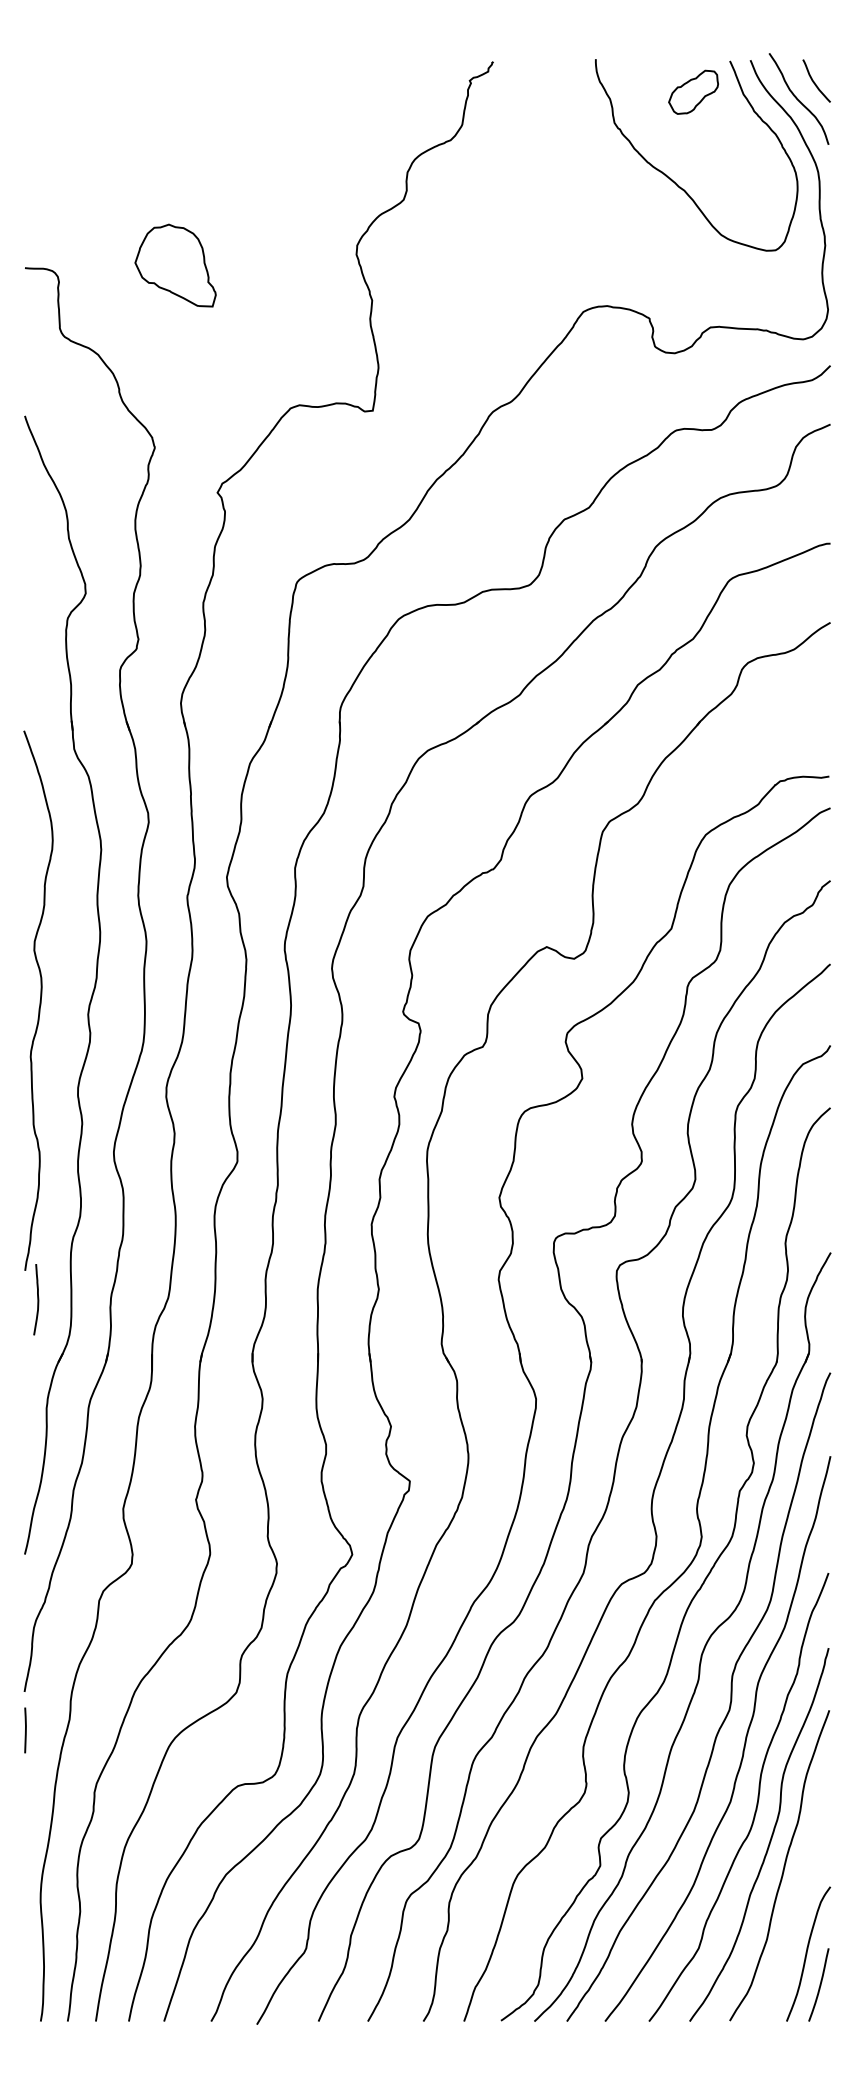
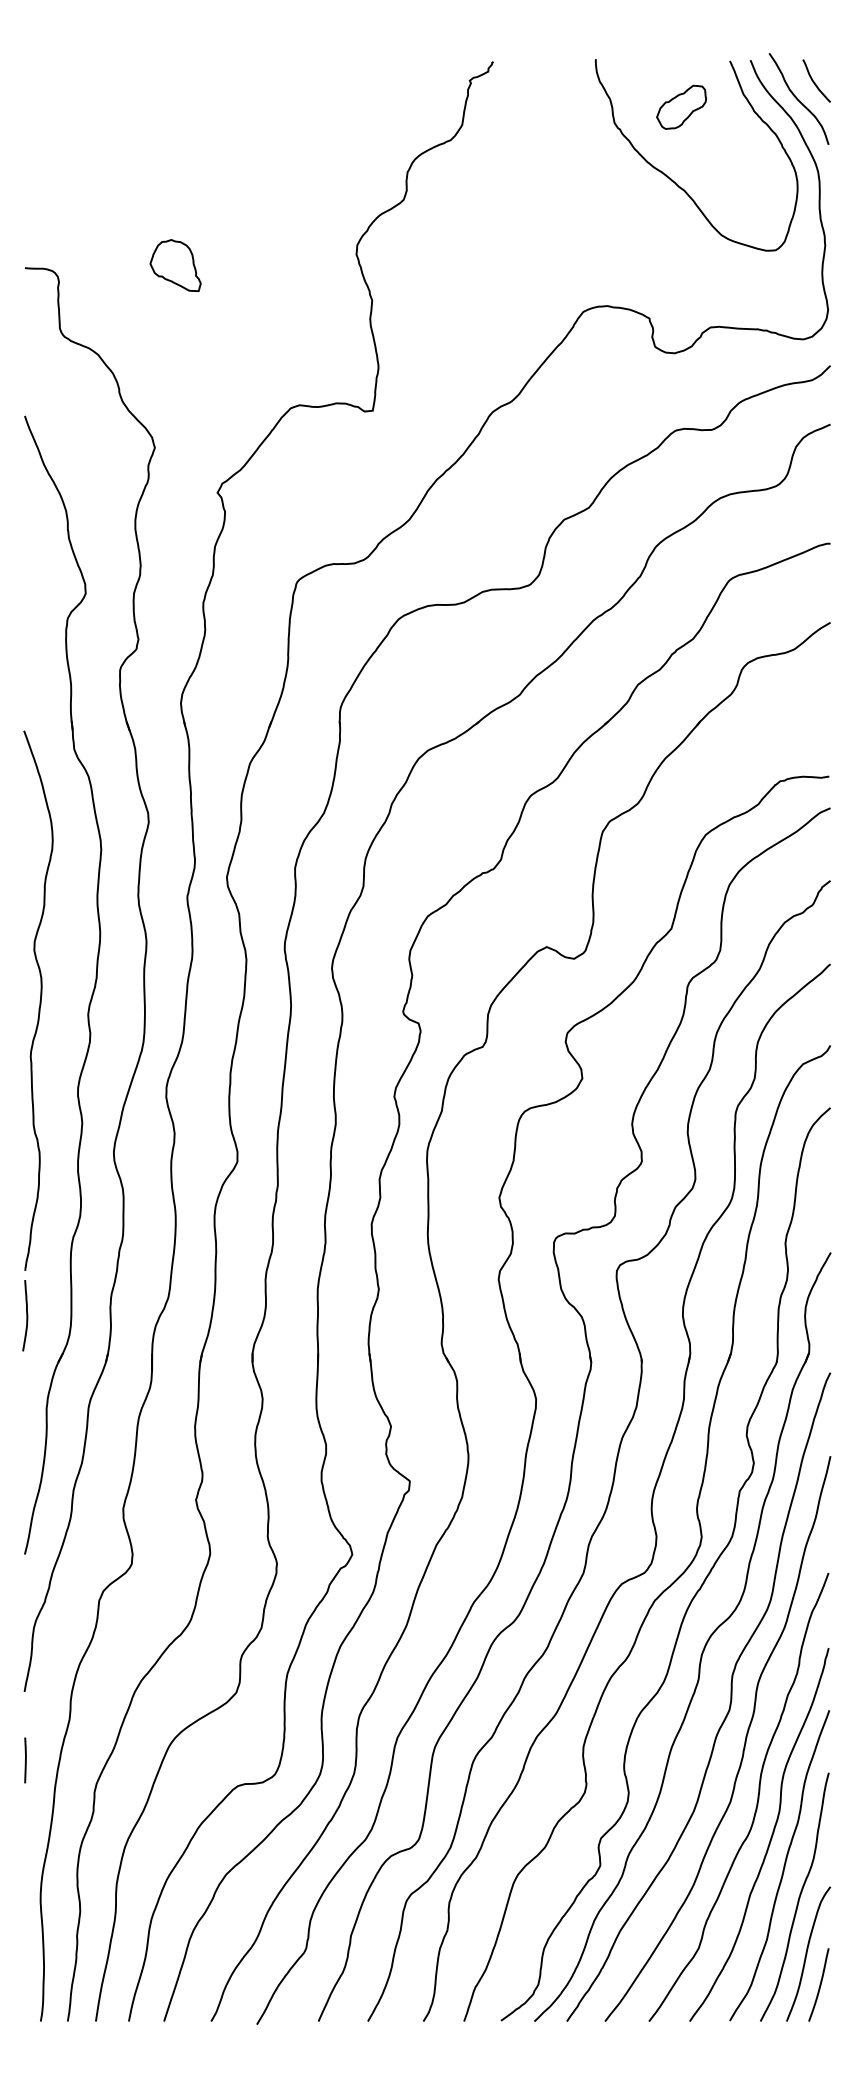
part at (693, 91) position: (693, 91) -> (681, 106)
part at (175, 265) size: 83x85 px -> 53x53 px
curve at (37, 1299) position: (37, 1299) -> (26, 1315)
line at (25, 1730) position: (25, 1730) -> (25, 1760)
curve at (798, 1896): none -> present
